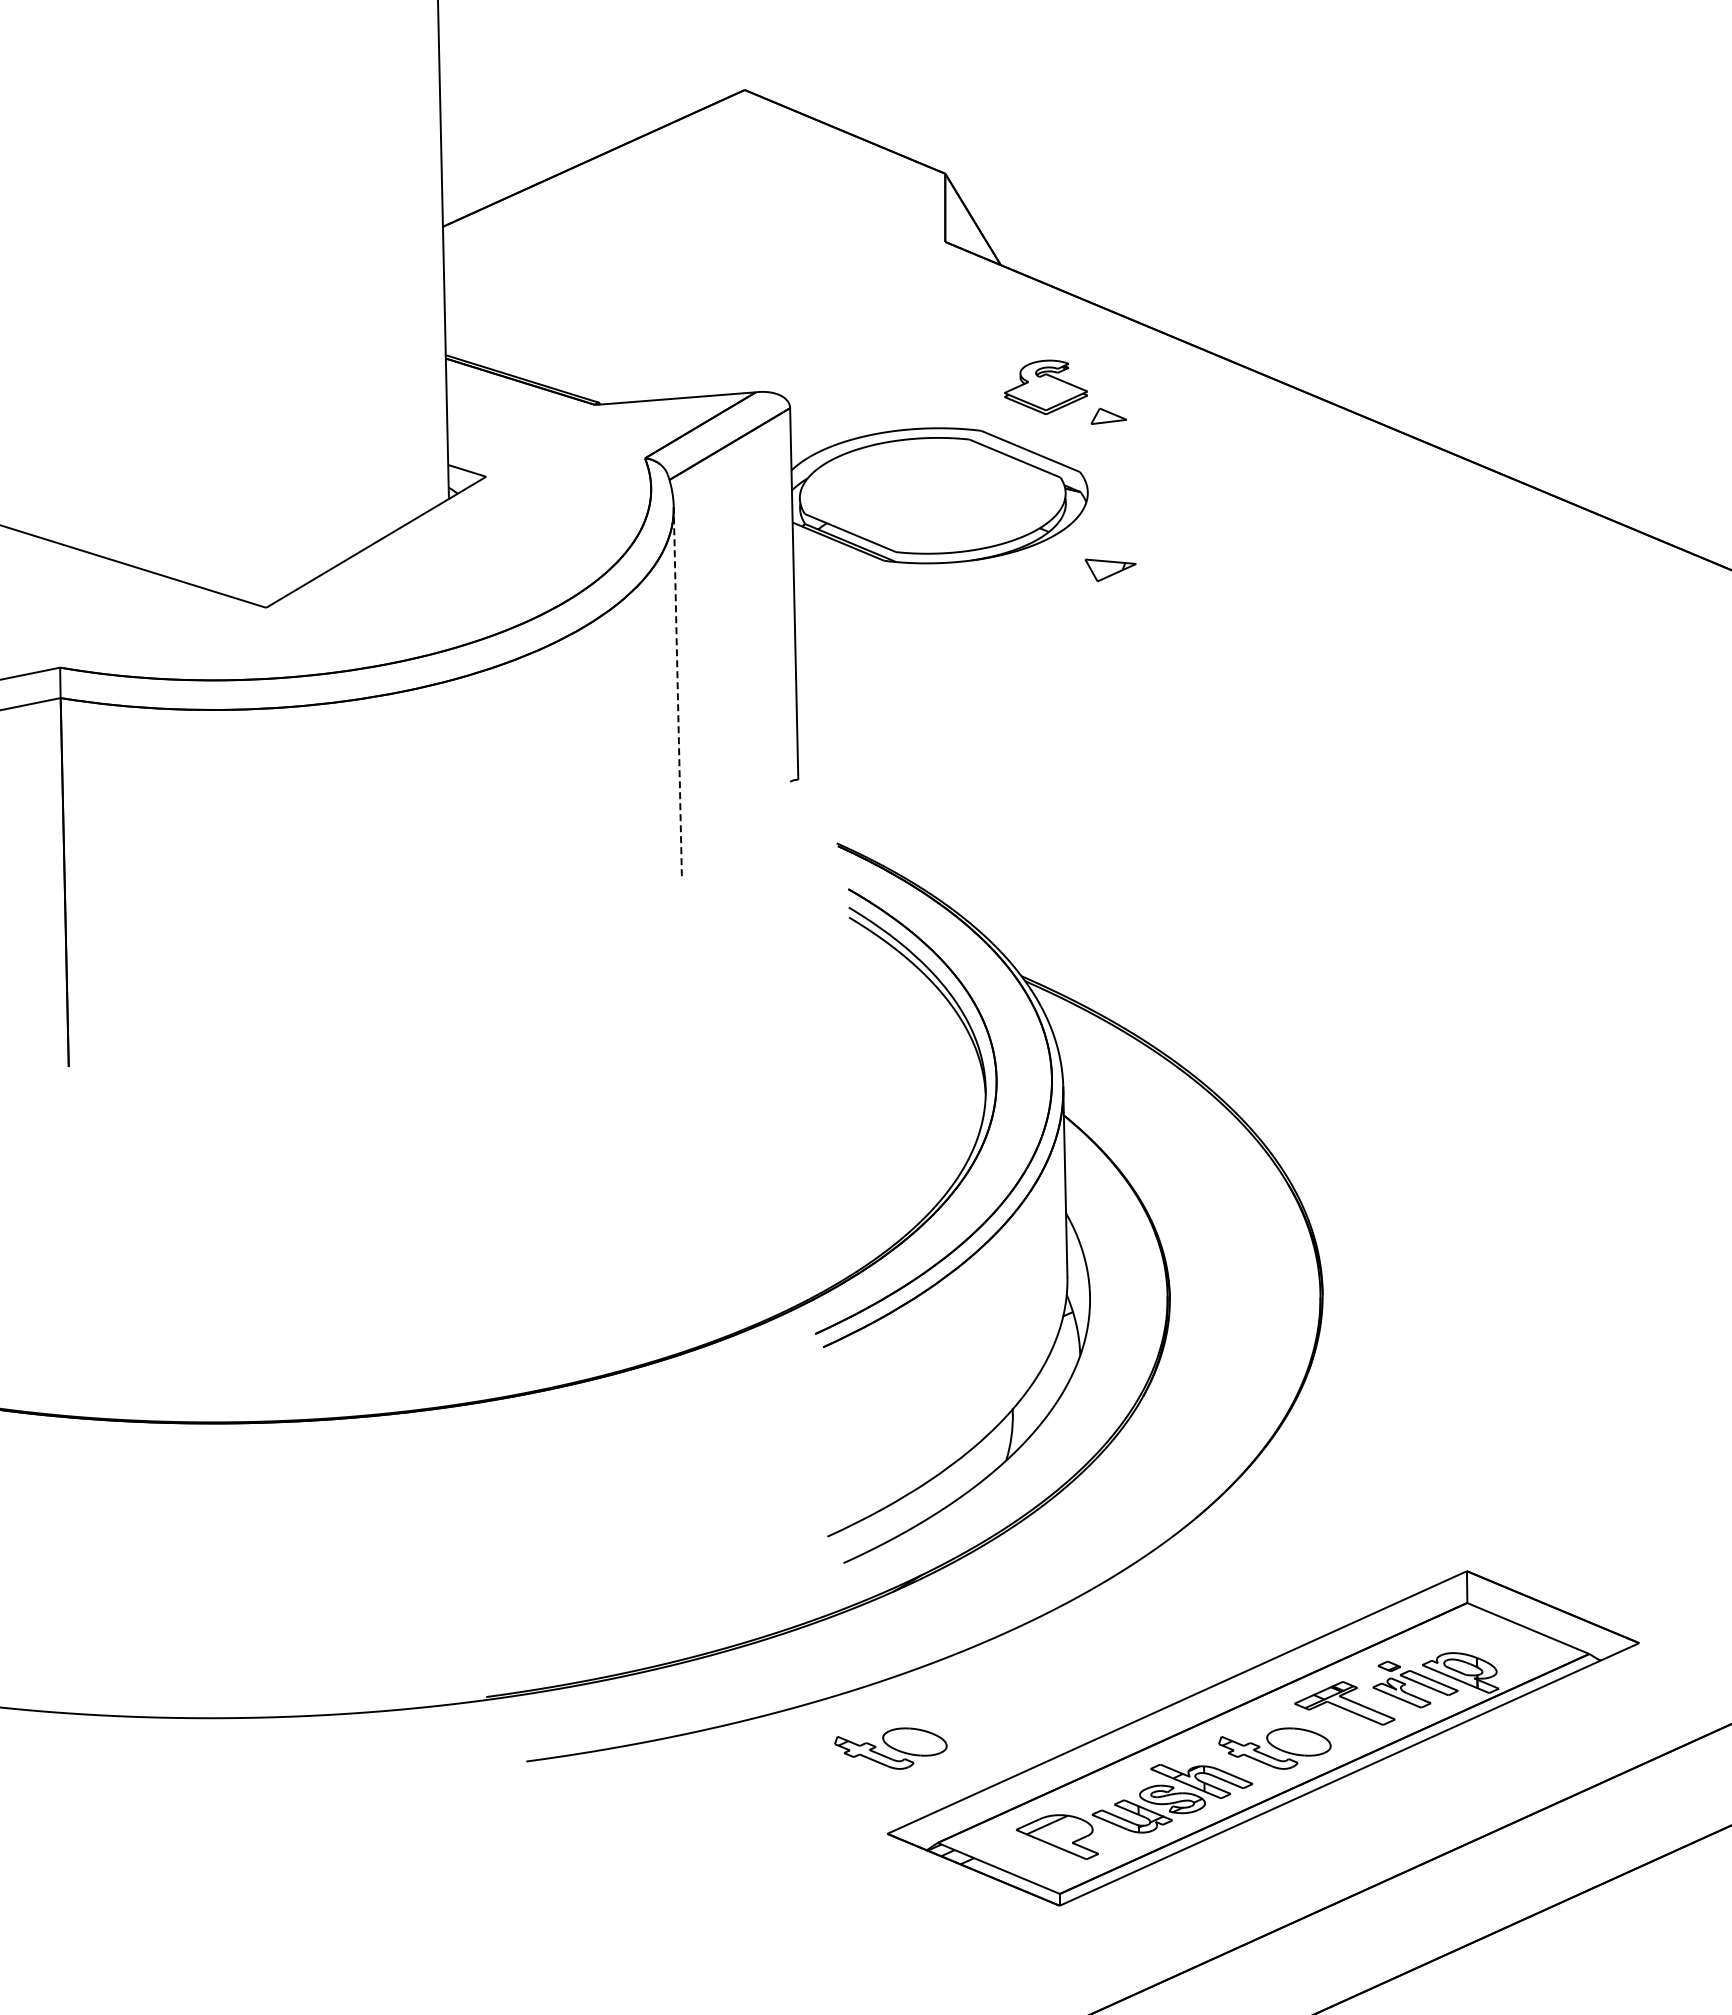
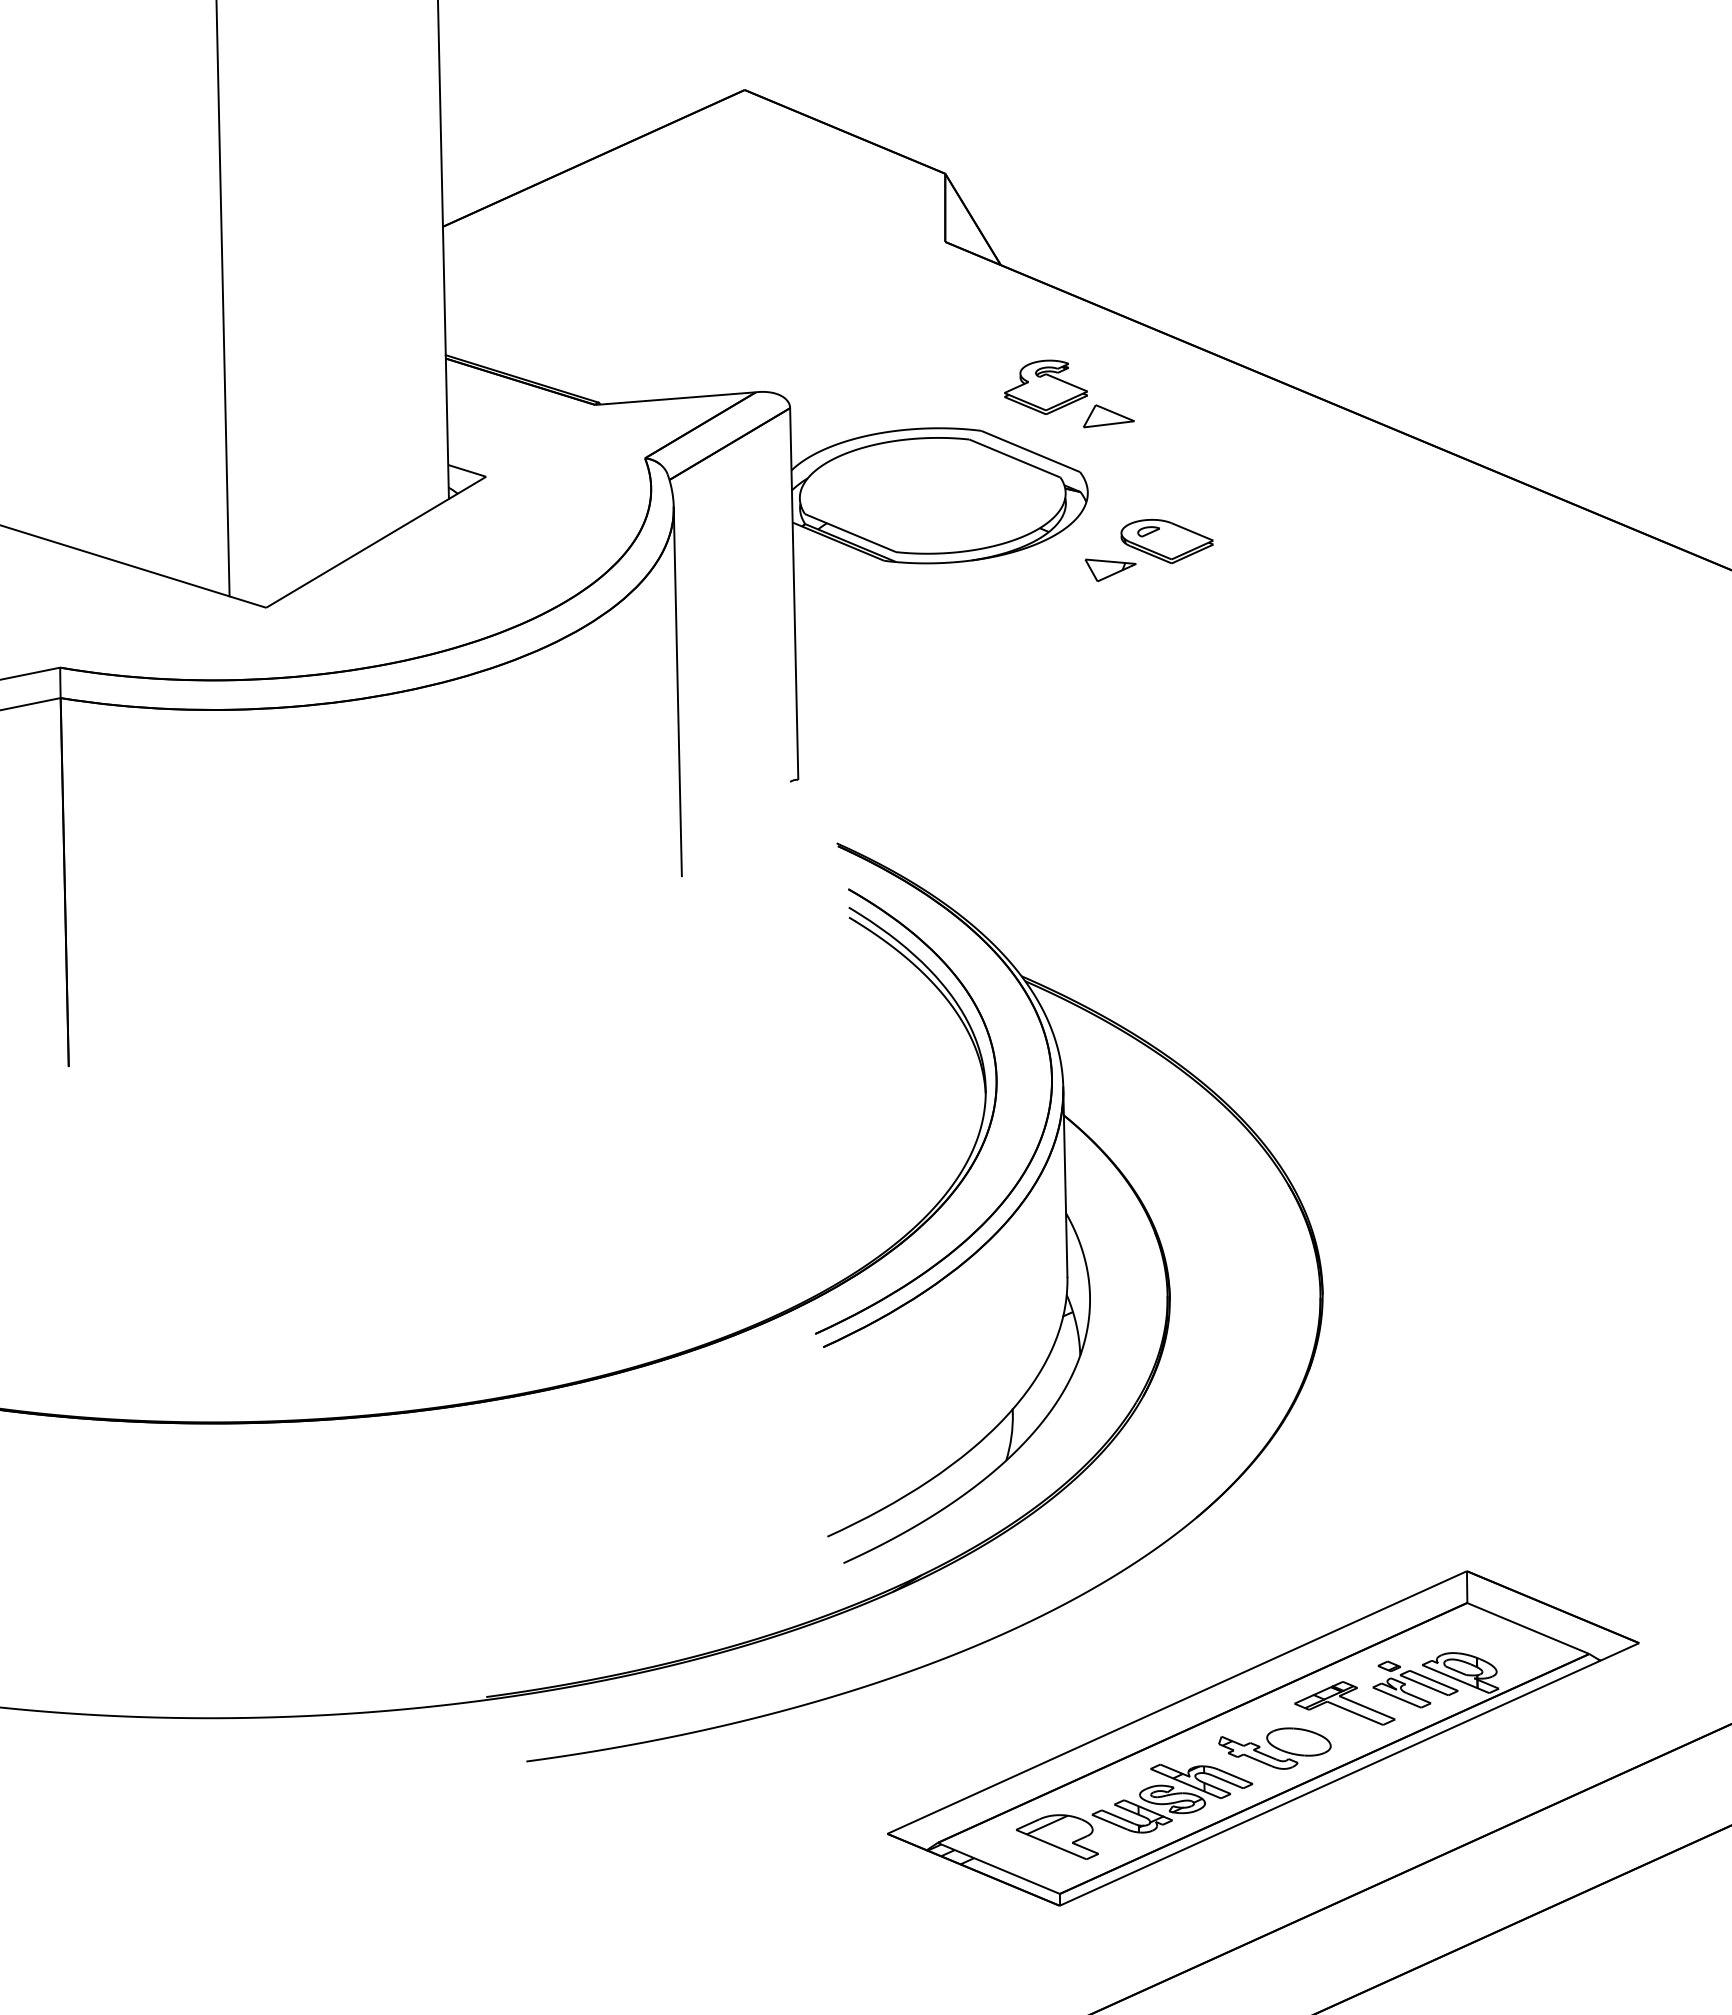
line at (222, 299): none -> present
part at (1108, 415) size: 37x18 px -> 52x25 px
part at (1166, 541): none -> present
line at (677, 691): dashed -> solid
part at (890, 1748): present -> none
